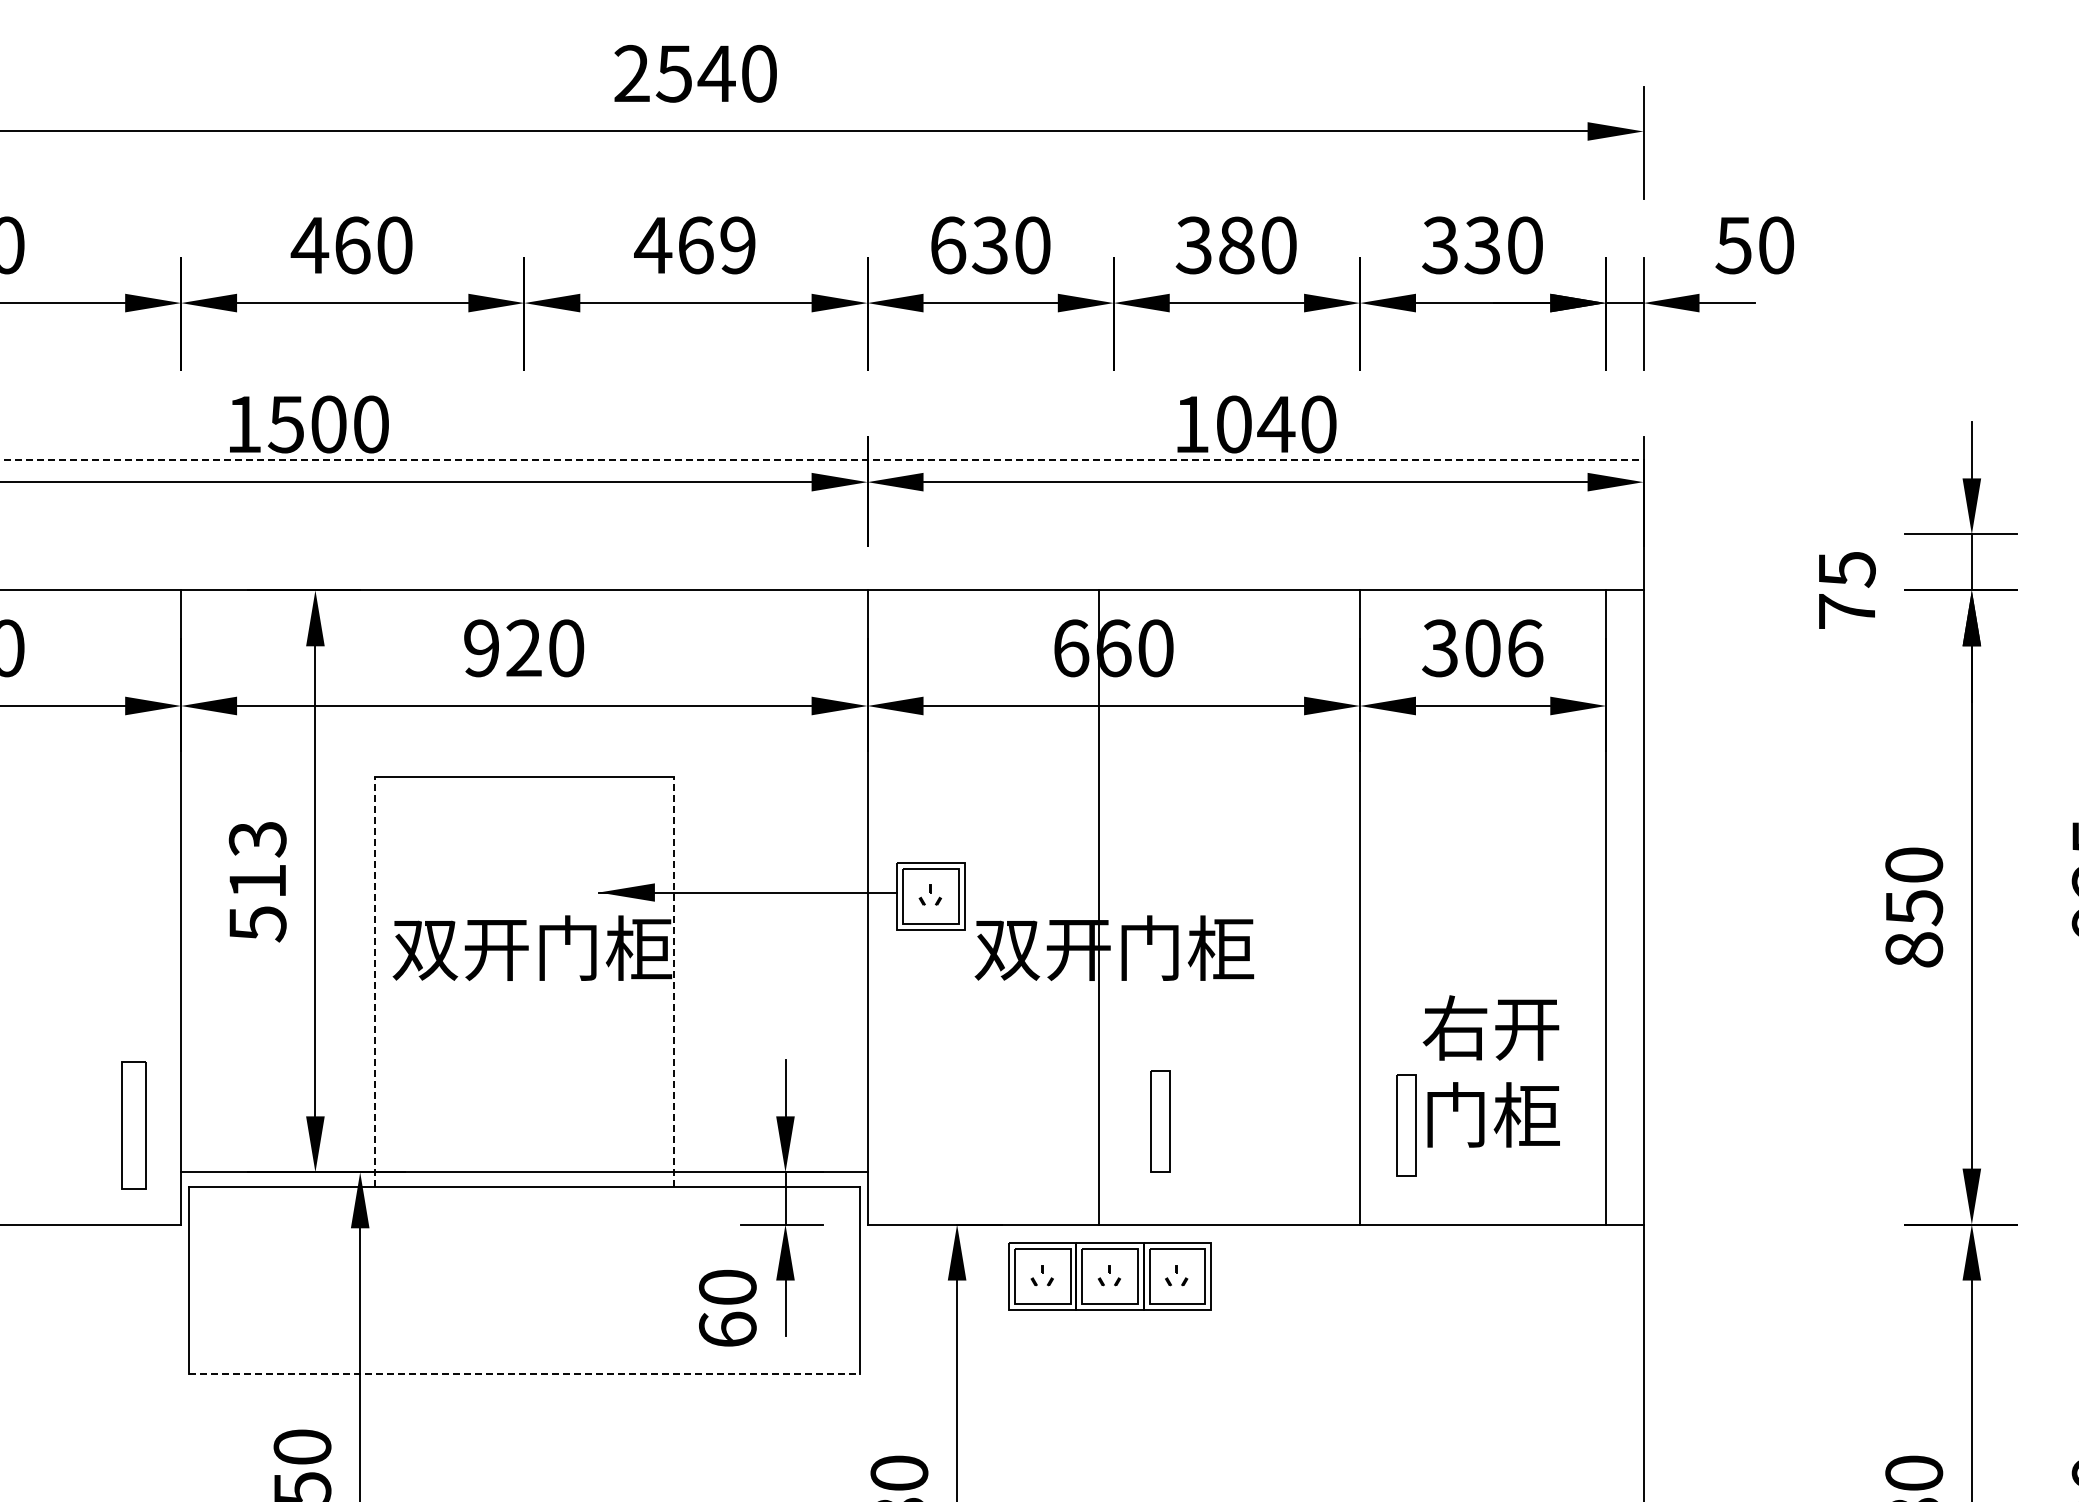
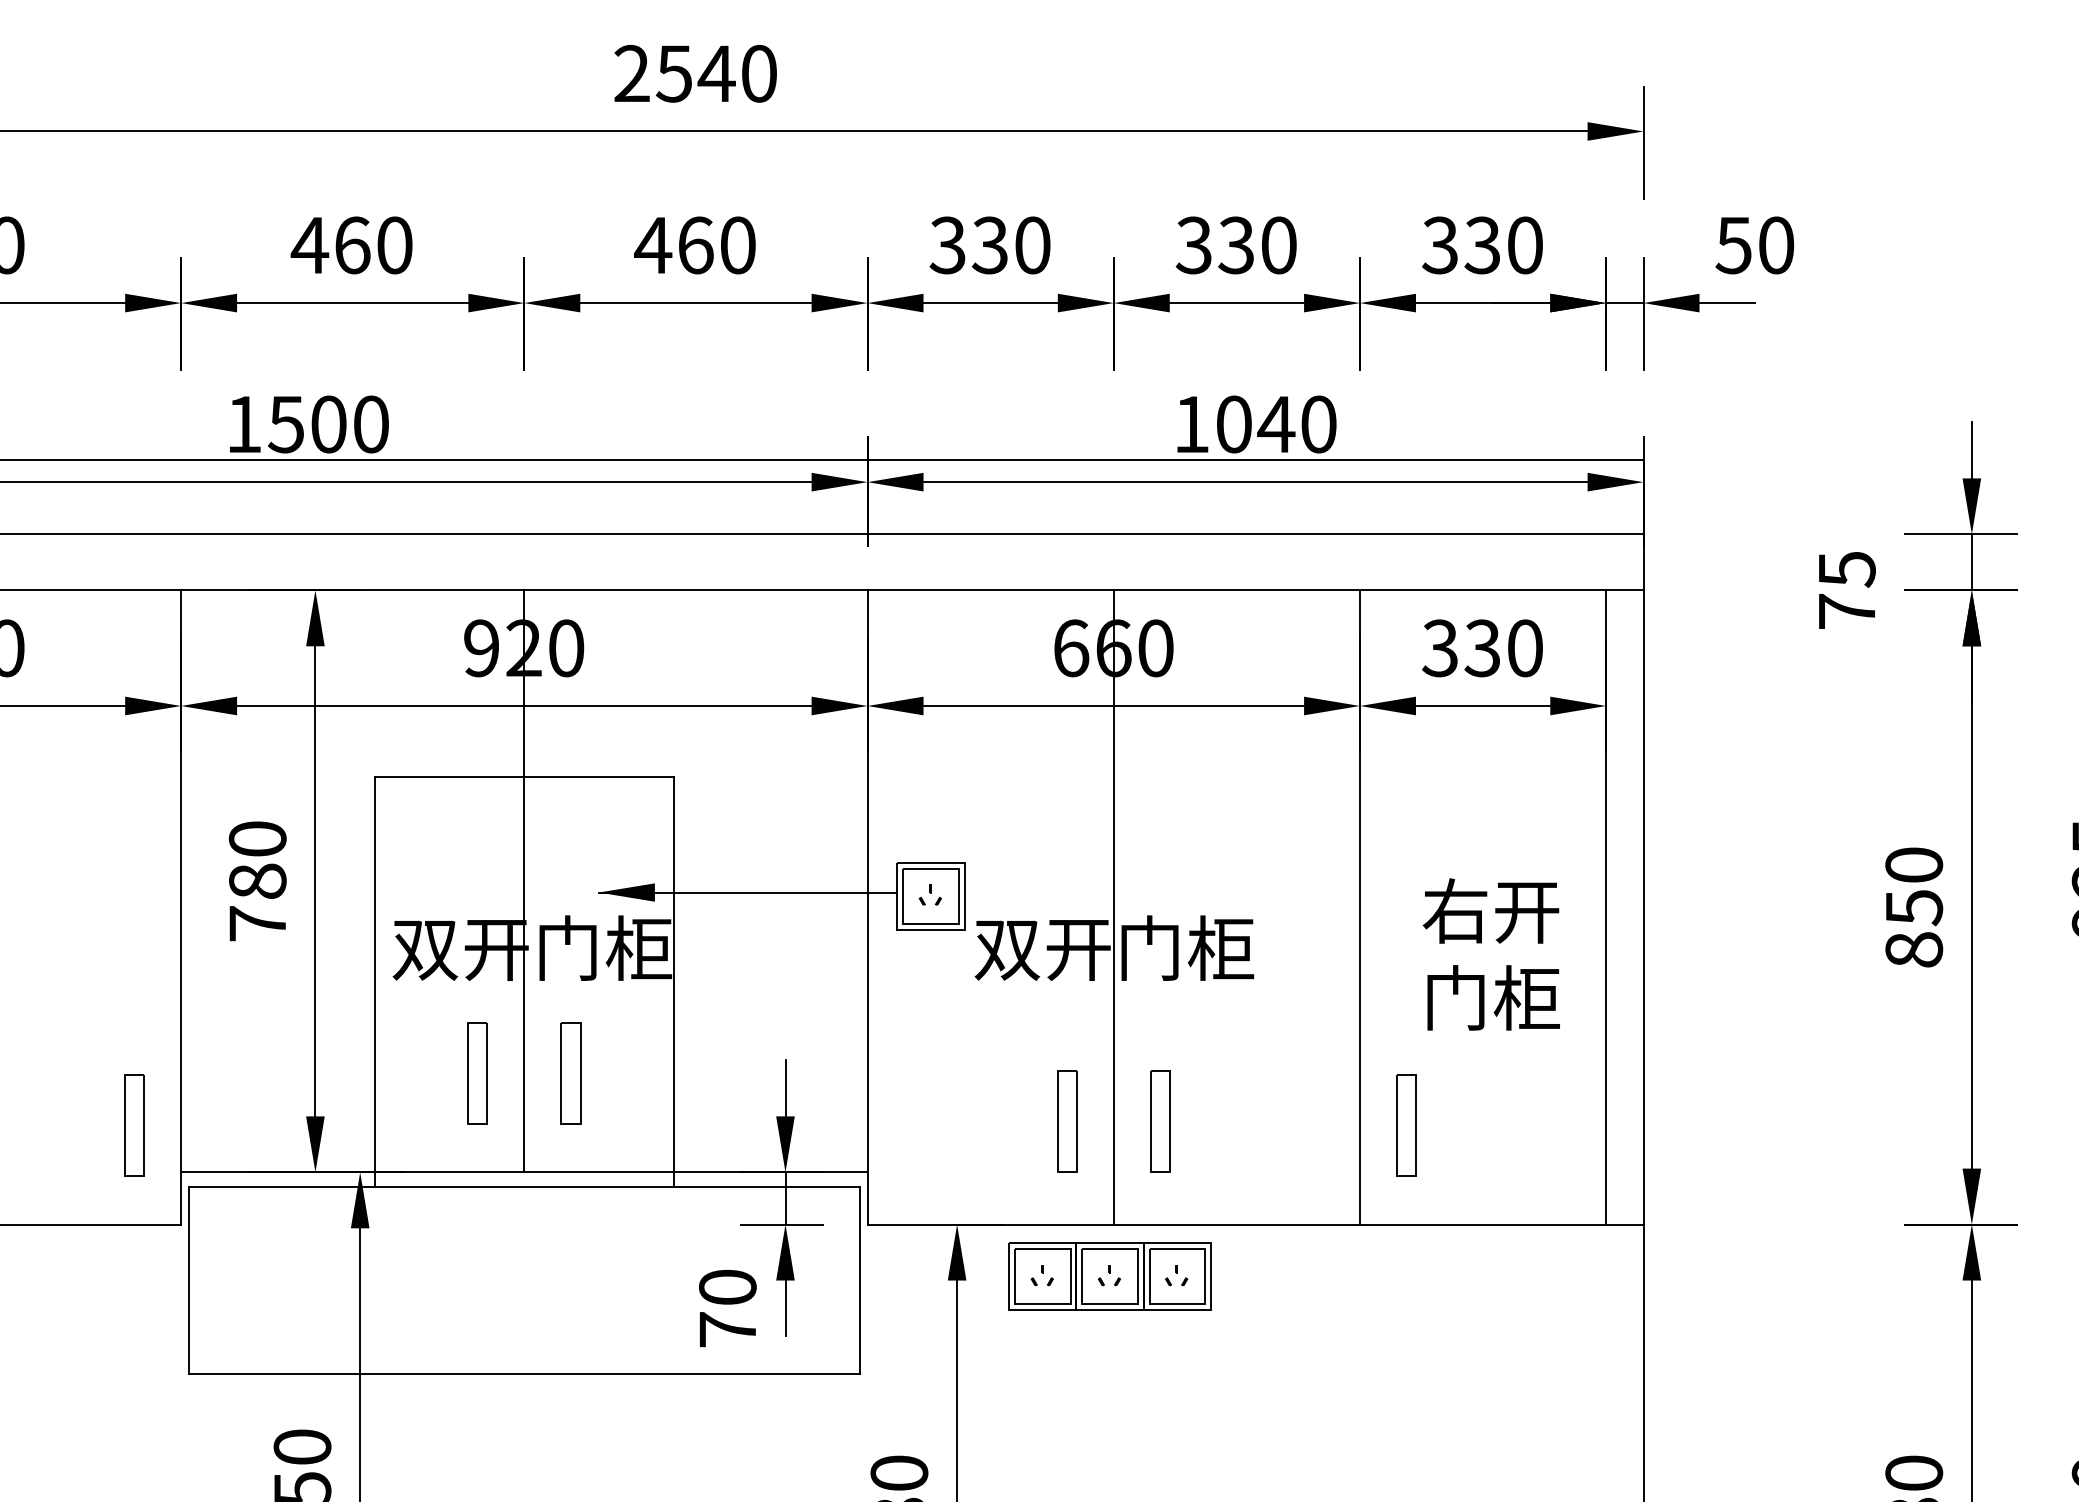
text at (737, 245): 469 -> 460
text at (947, 245): 630 -> 330
text at (1236, 245): 380 -> 330
line at (822, 459): dashed -> solid
line at (822, 534): none -> present
text at (1503, 648): 306 -> 330
text at (257, 881): 513 -> 780
line at (524, 881): none -> present
line at (1098, 907) position: (1098, 907) -> (1113, 907)
line at (375, 981): dashed -> solid
line at (673, 981): dashed -> solid
text at (1490, 1071) position: (1490, 1071) -> (1490, 954)
part at (477, 1073): none -> present
part at (570, 1073): none -> present
part at (1067, 1121): none -> present
part at (133, 1125) size: 26x129 px -> 21x103 px
text at (727, 1329): 60 -> 70
line at (524, 1373): dashed -> solid
